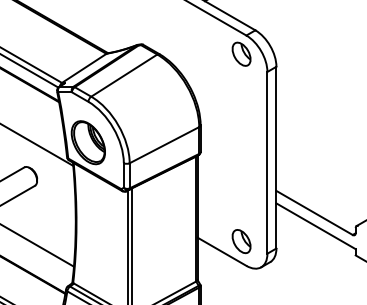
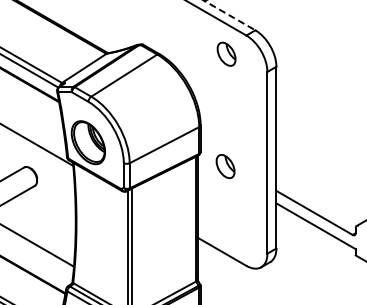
line at (229, 15): solid -> dashed
part at (241, 53) position: (241, 53) -> (226, 53)
part at (241, 241) position: (241, 241) -> (225, 166)
